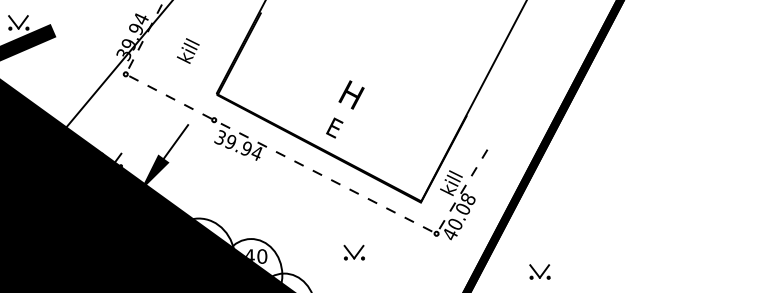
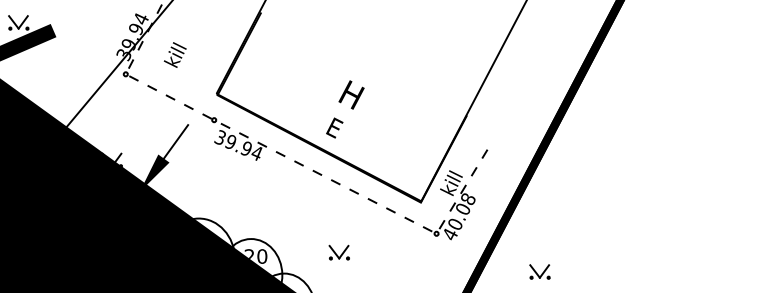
text at (187, 50) position: (187, 50) -> (174, 54)
part at (353, 252) position: (353, 252) -> (338, 252)
text at (249, 254): 40 -> 20
